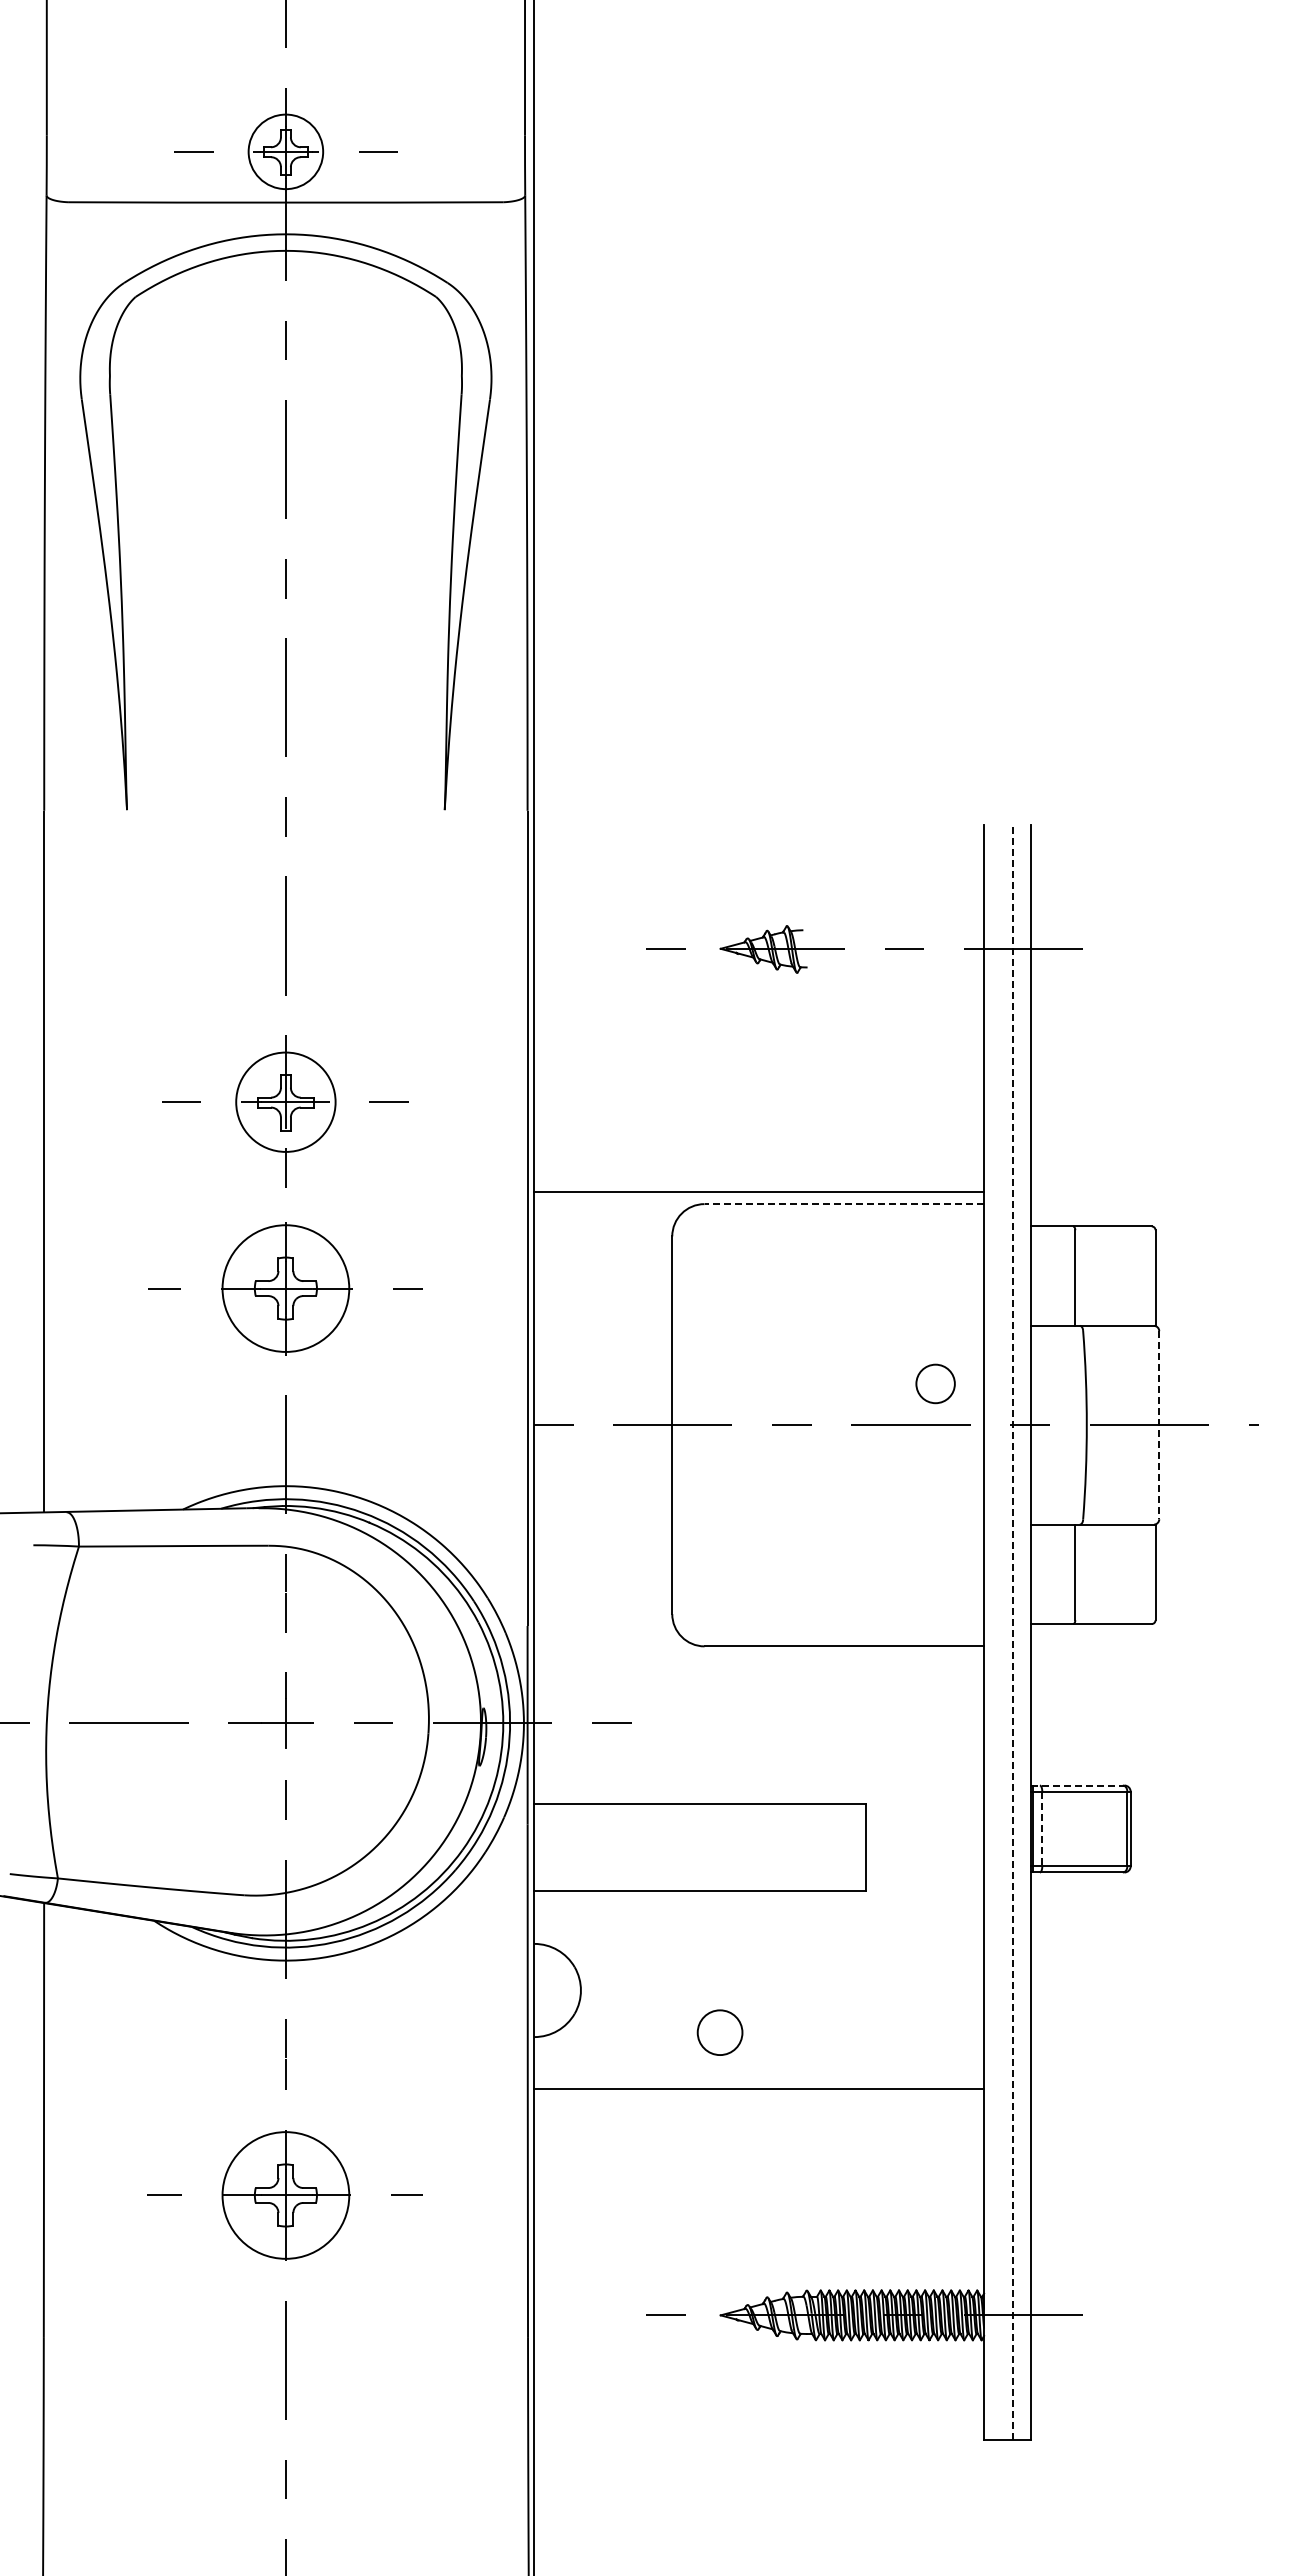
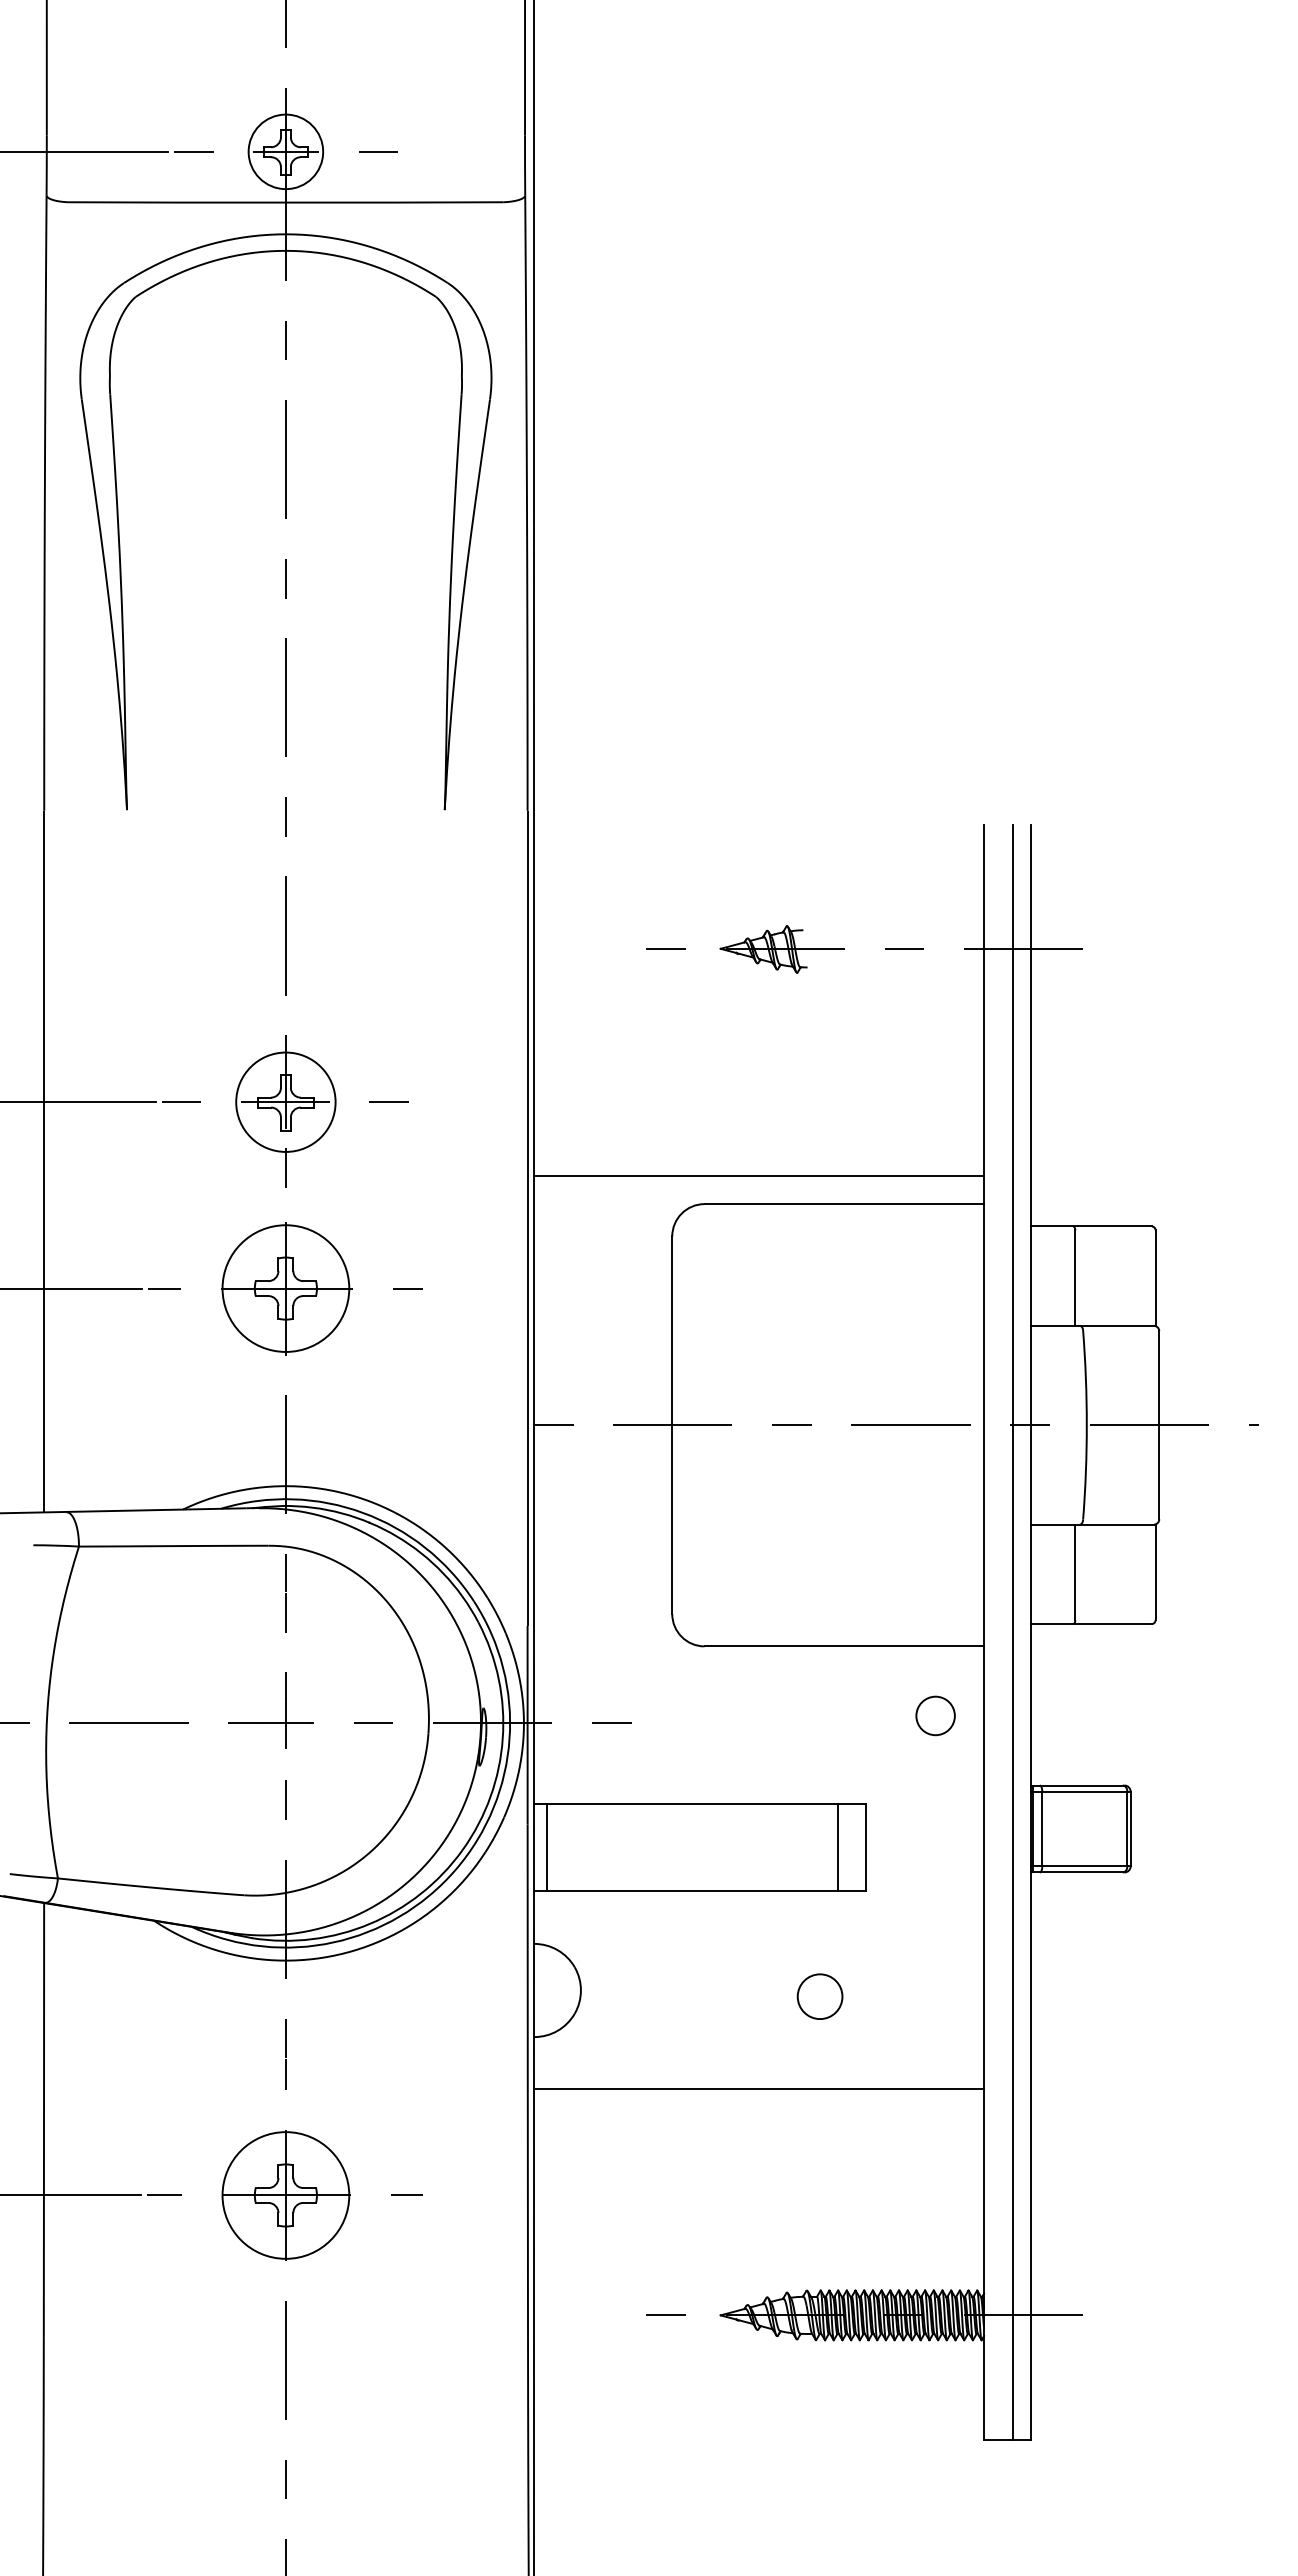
line at (84, 151): none -> present
line at (78, 1102): none -> present
line at (759, 1191) position: (759, 1191) -> (759, 1175)
line at (844, 1204): dashed -> solid
line at (71, 1288): none -> present
part at (935, 1383) position: (935, 1383) -> (935, 1715)
line at (1159, 1425): dashed -> solid
line at (1012, 1632): dashed -> solid
line at (1077, 1785): dashed -> solid
line at (1042, 1829): dashed -> solid
line at (547, 1847): none -> present
line at (838, 1847): none -> present
part at (719, 2032) position: (719, 2032) -> (819, 1996)
line at (71, 2195): none -> present
